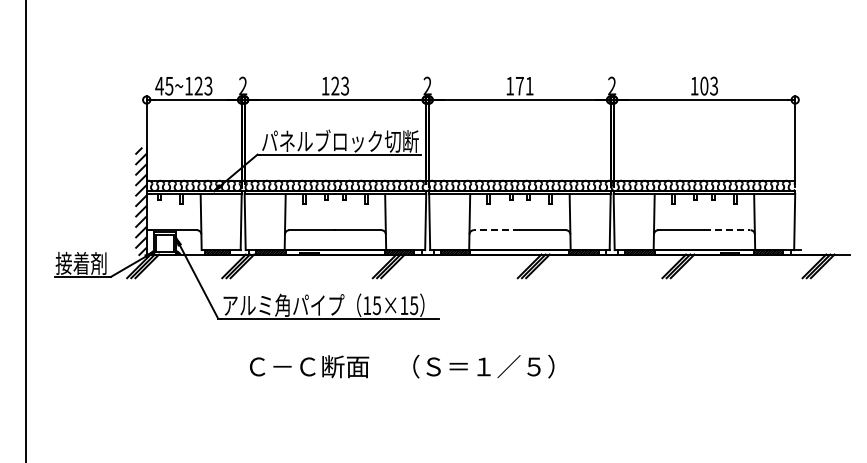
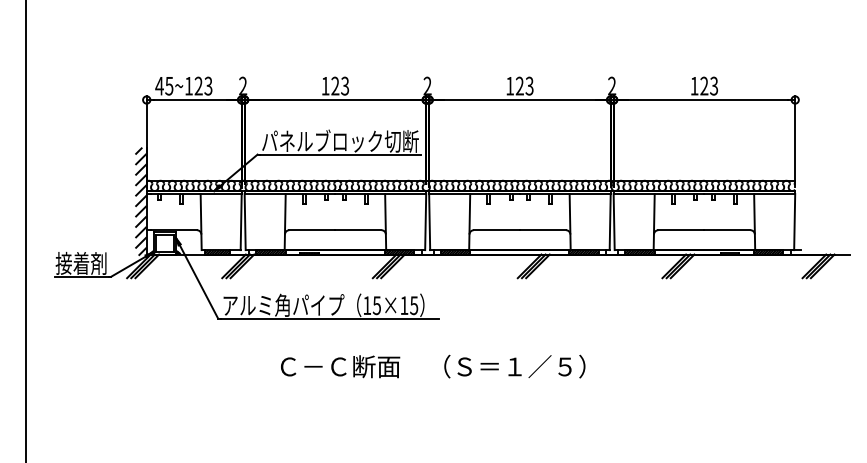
text at (524, 85): 171 -> 123
text at (704, 85): 103 -> 123
line at (496, 230): dashed -> solid
line at (727, 230): dashed -> solid
text at (402, 366) position: (402, 366) -> (433, 366)
